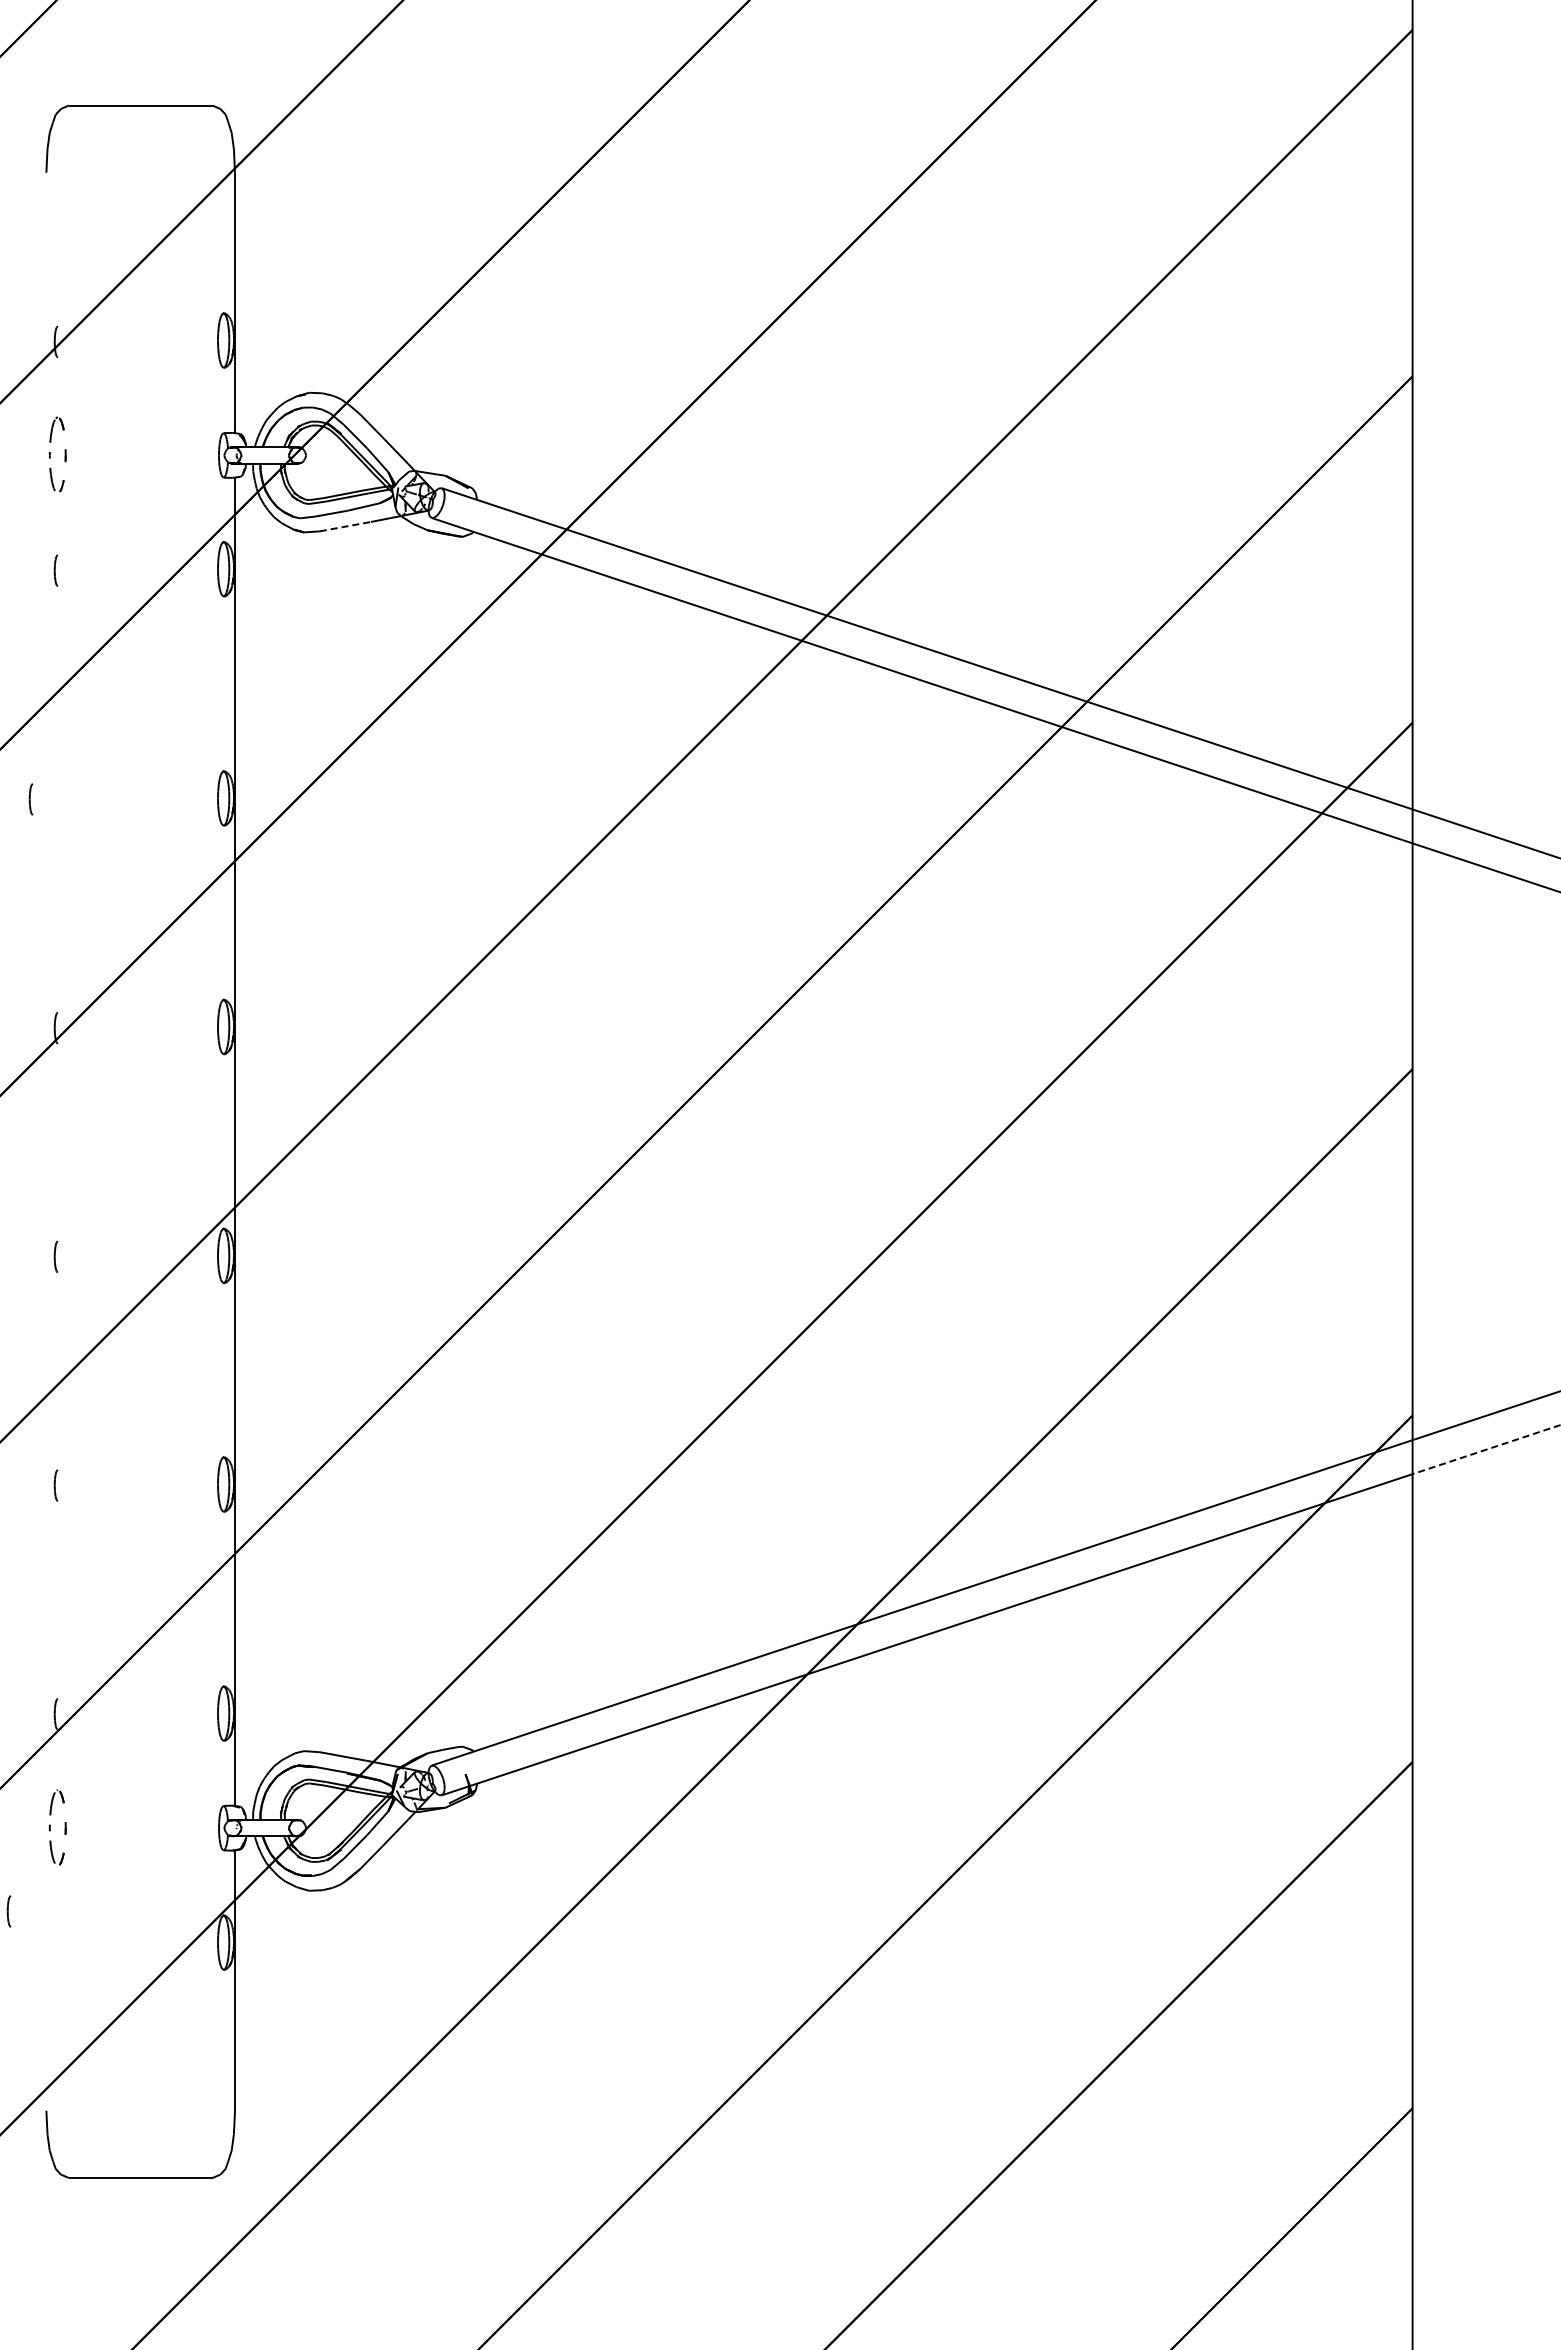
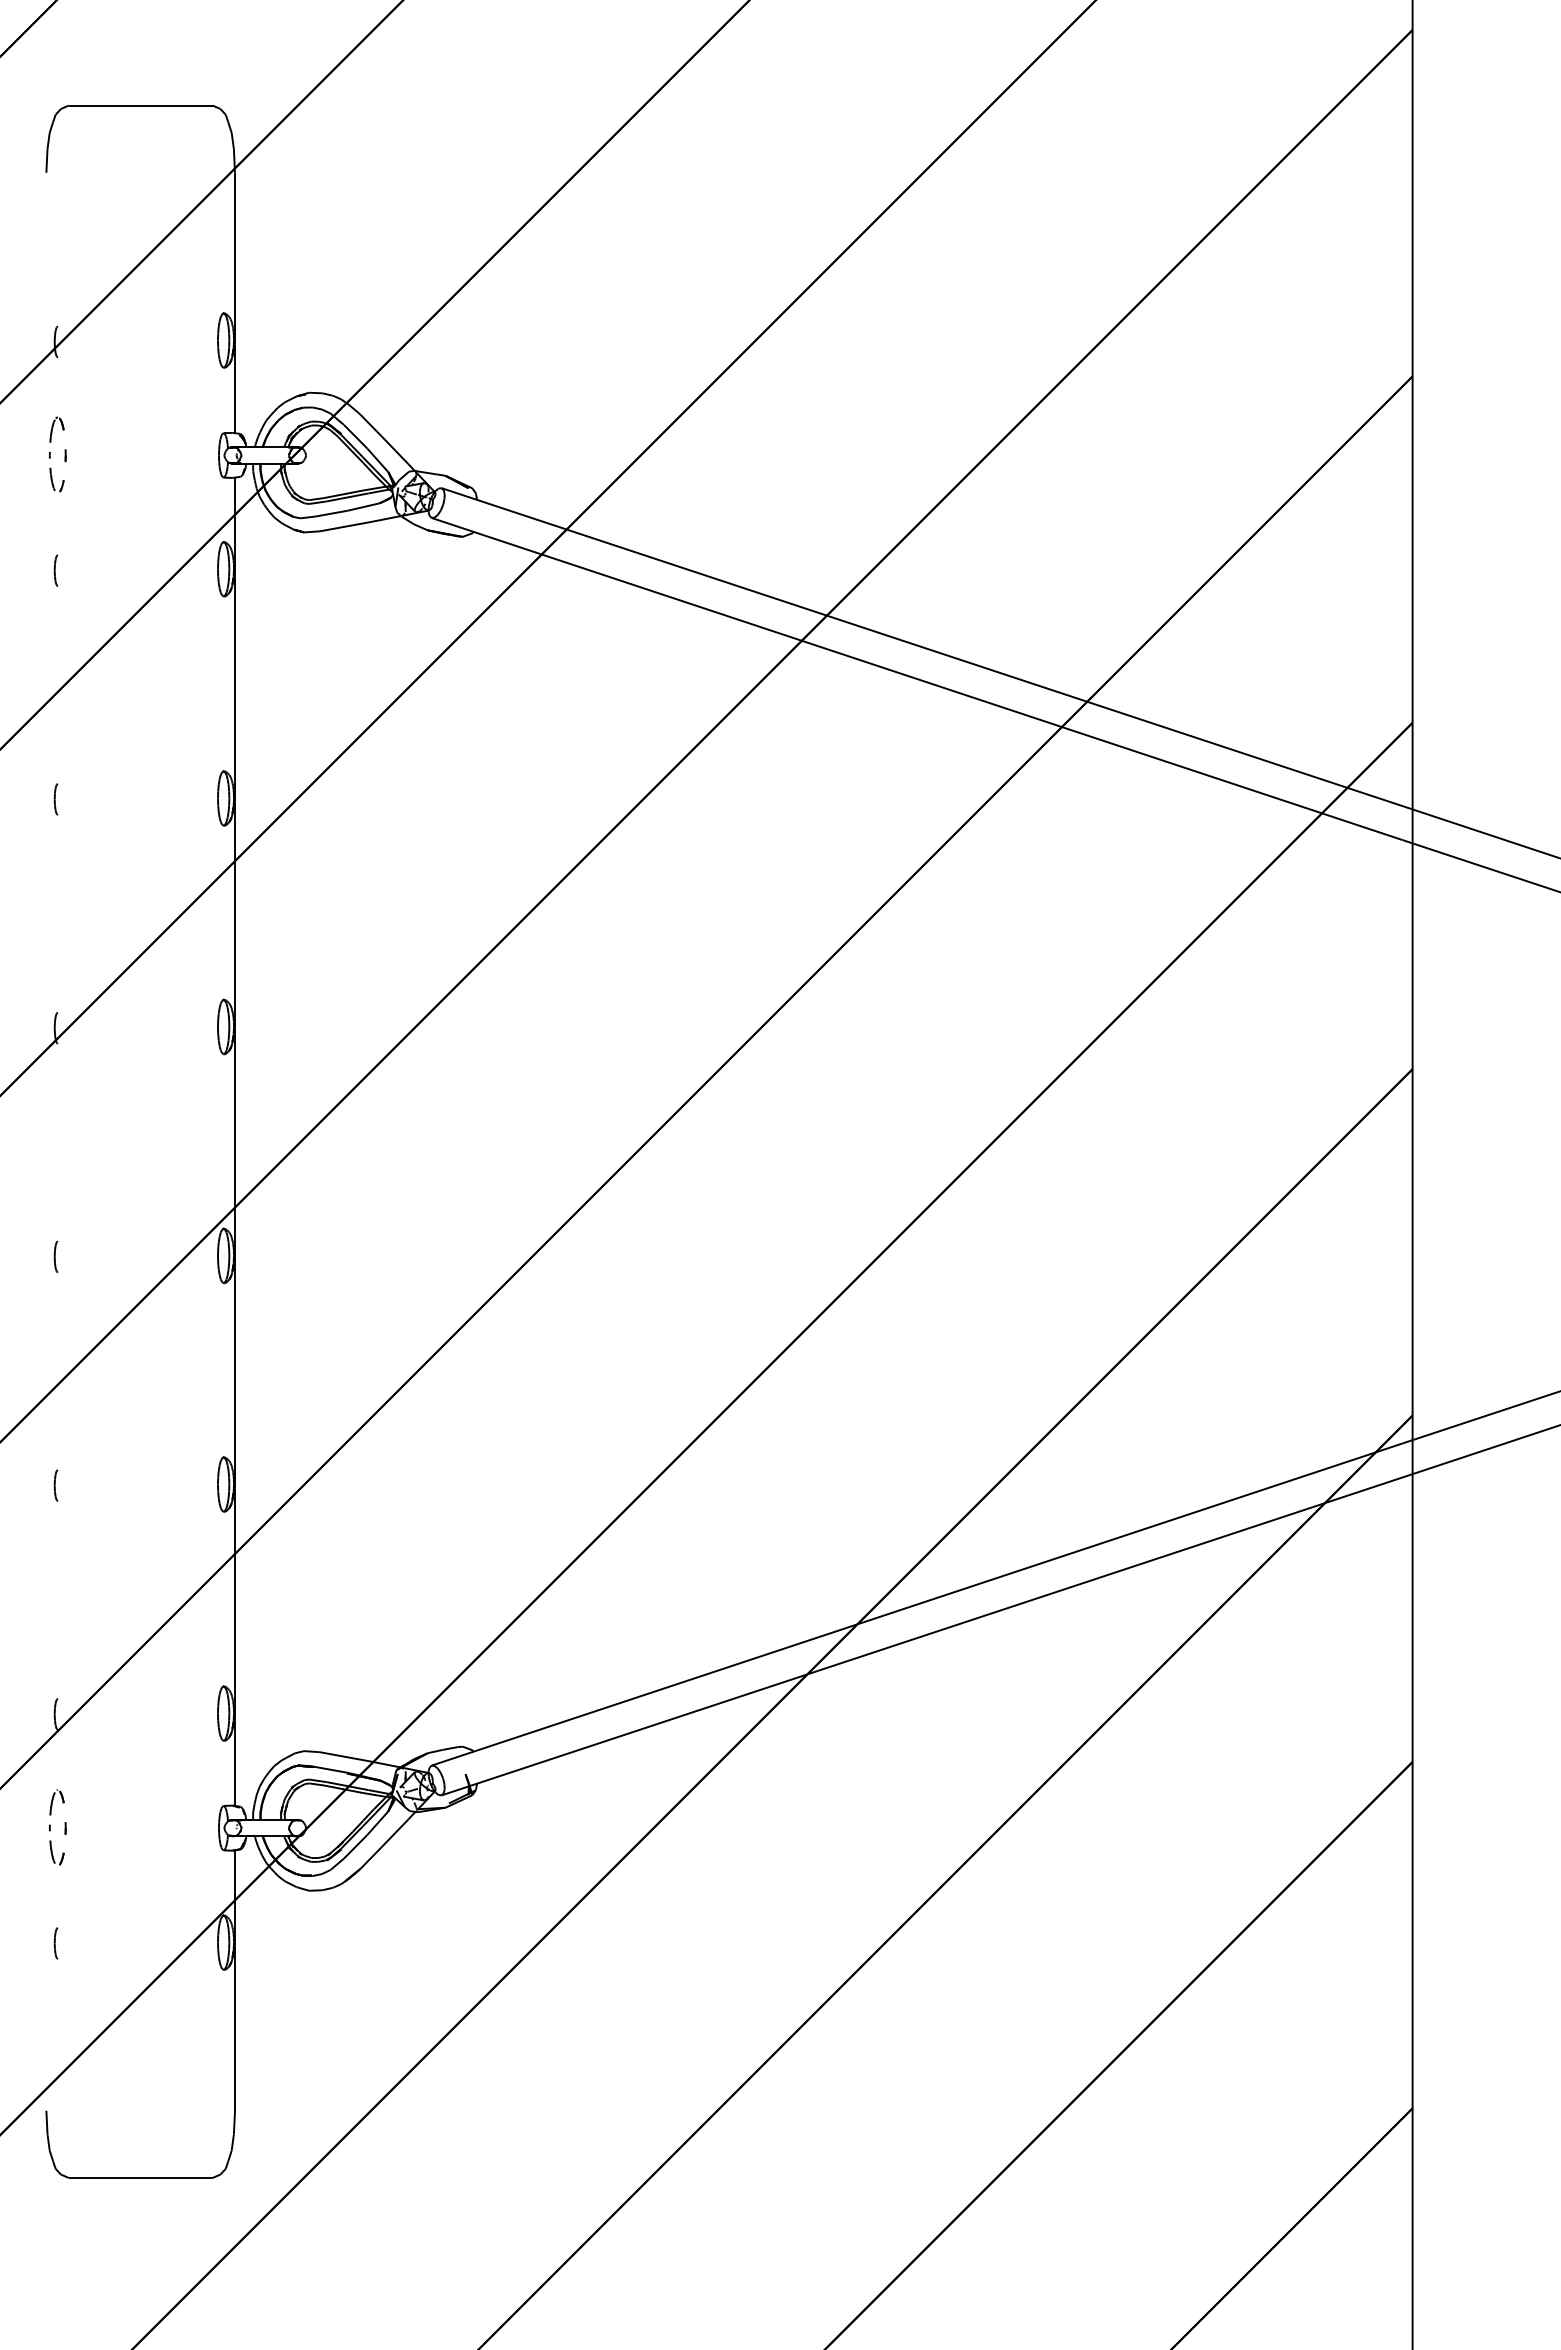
line at (345, 526): dashed -> solid
part at (30, 799) position: (30, 799) -> (55, 799)
line at (1486, 1449): dashed -> solid
part at (8, 1911) position: (8, 1911) -> (55, 1943)
